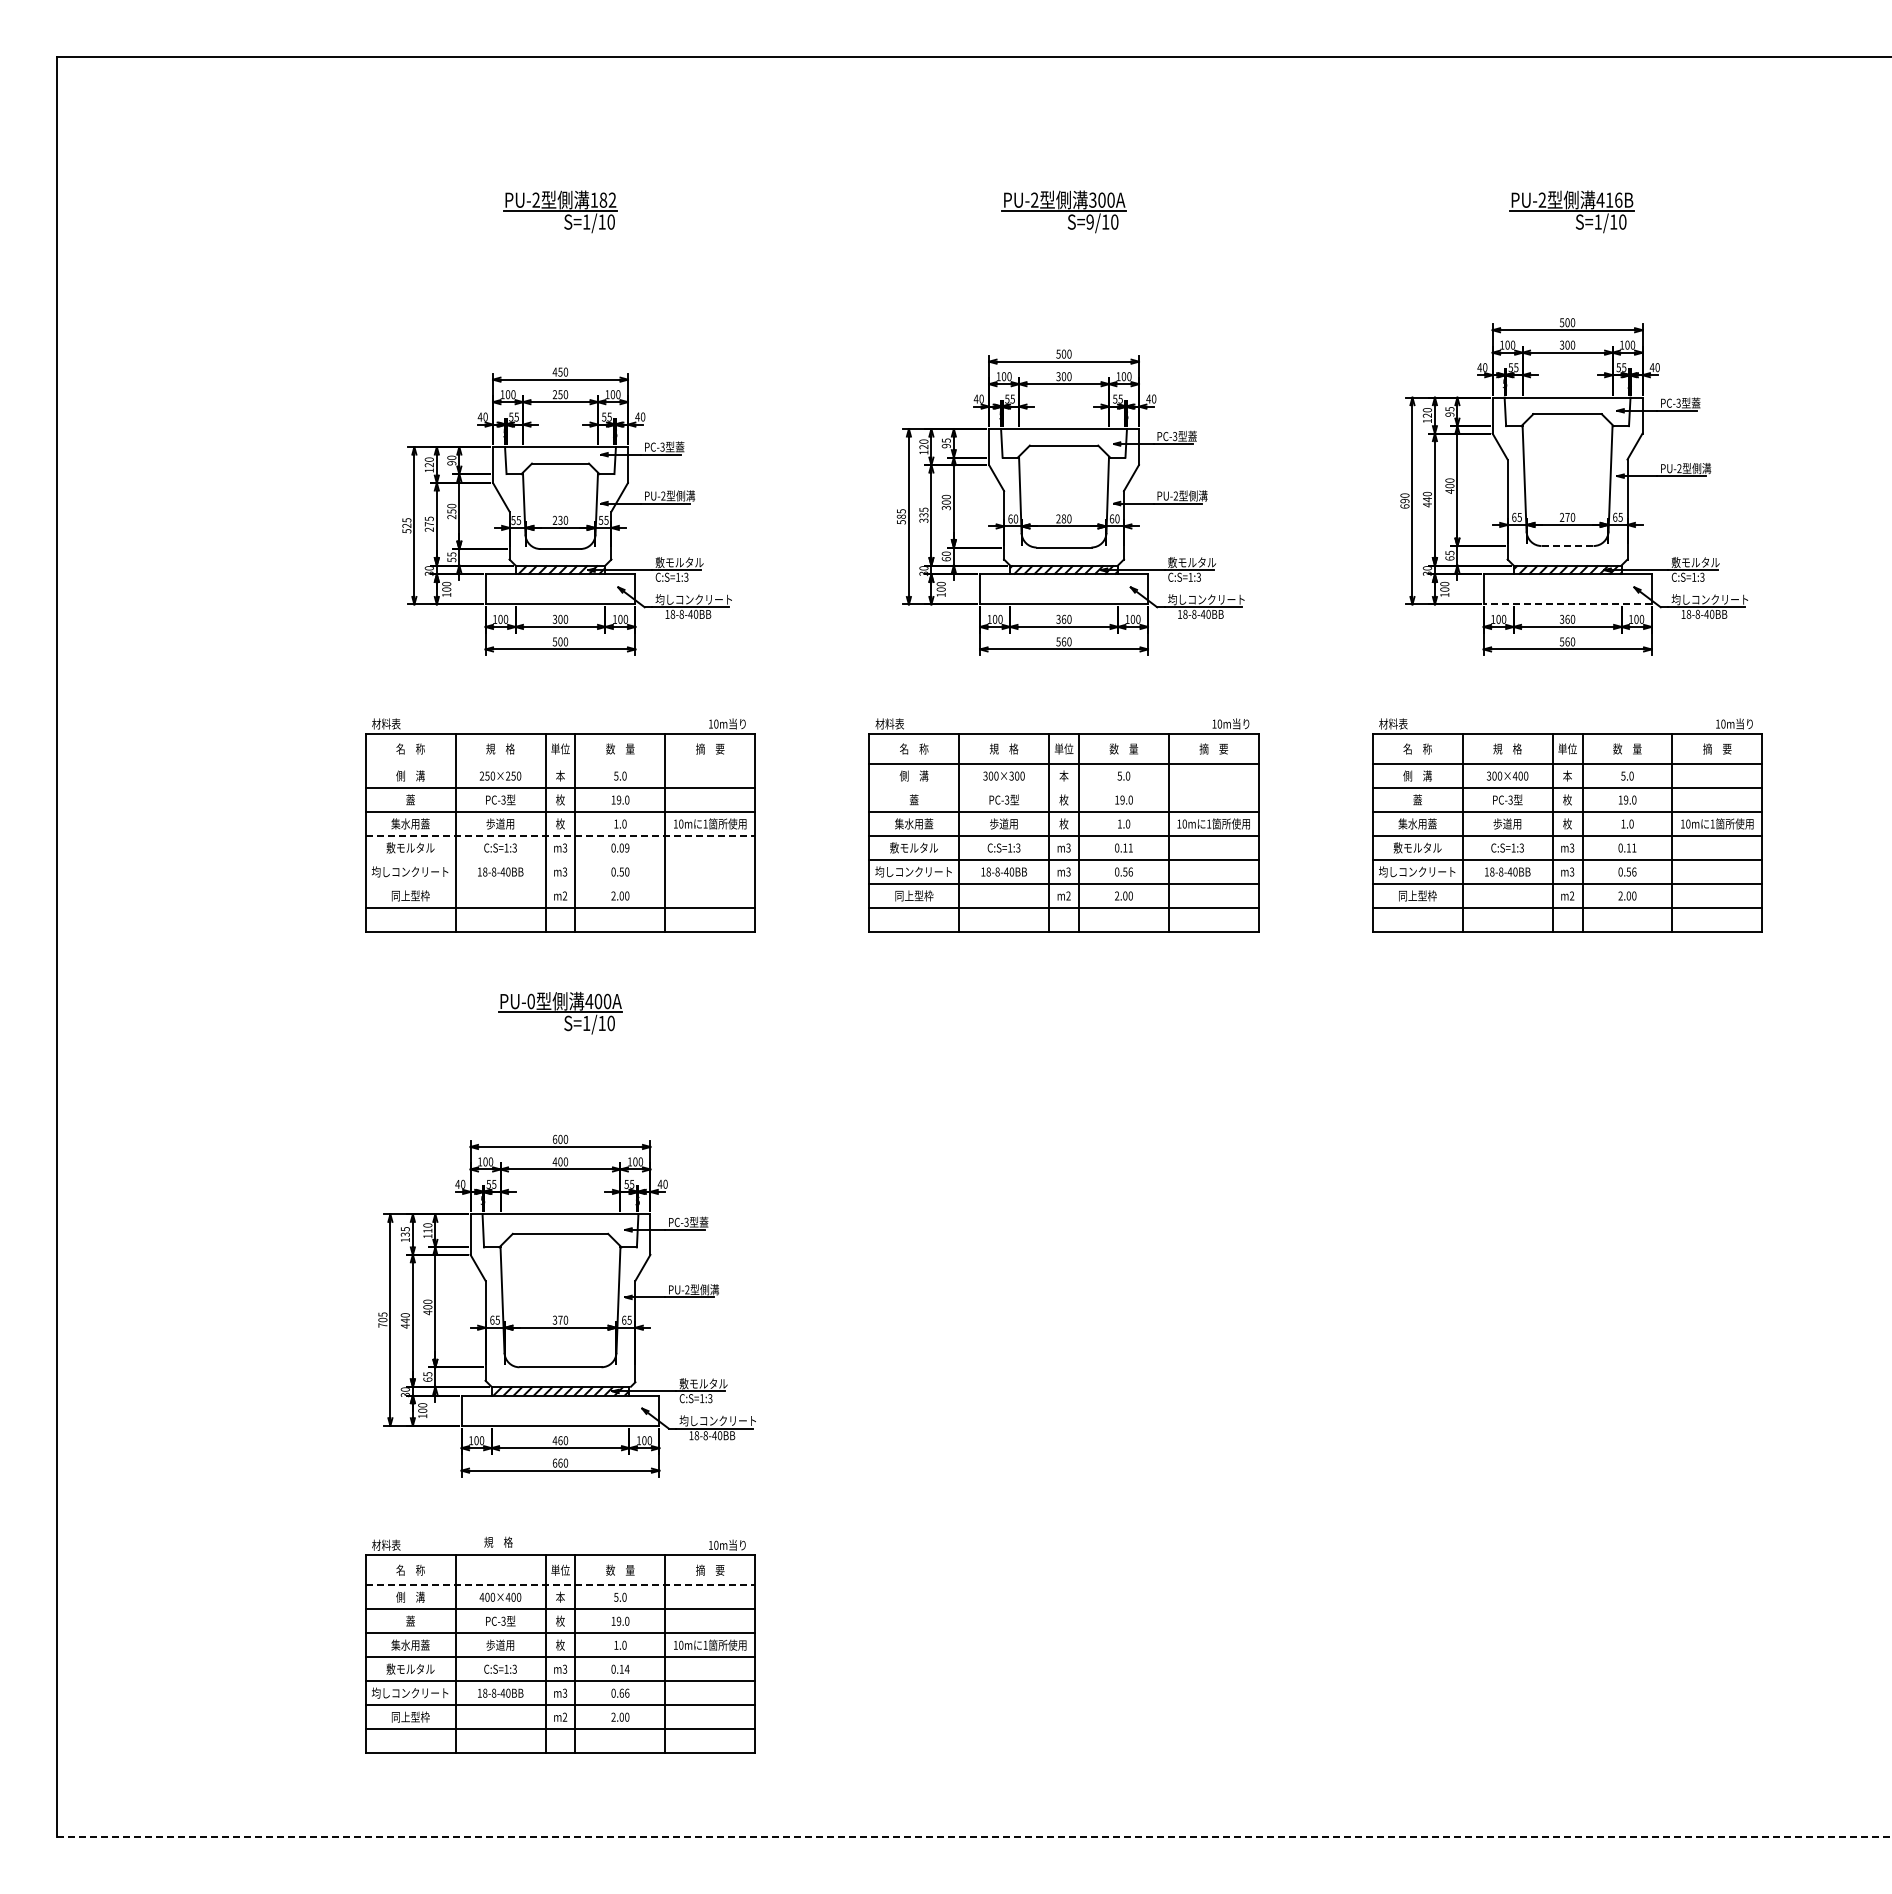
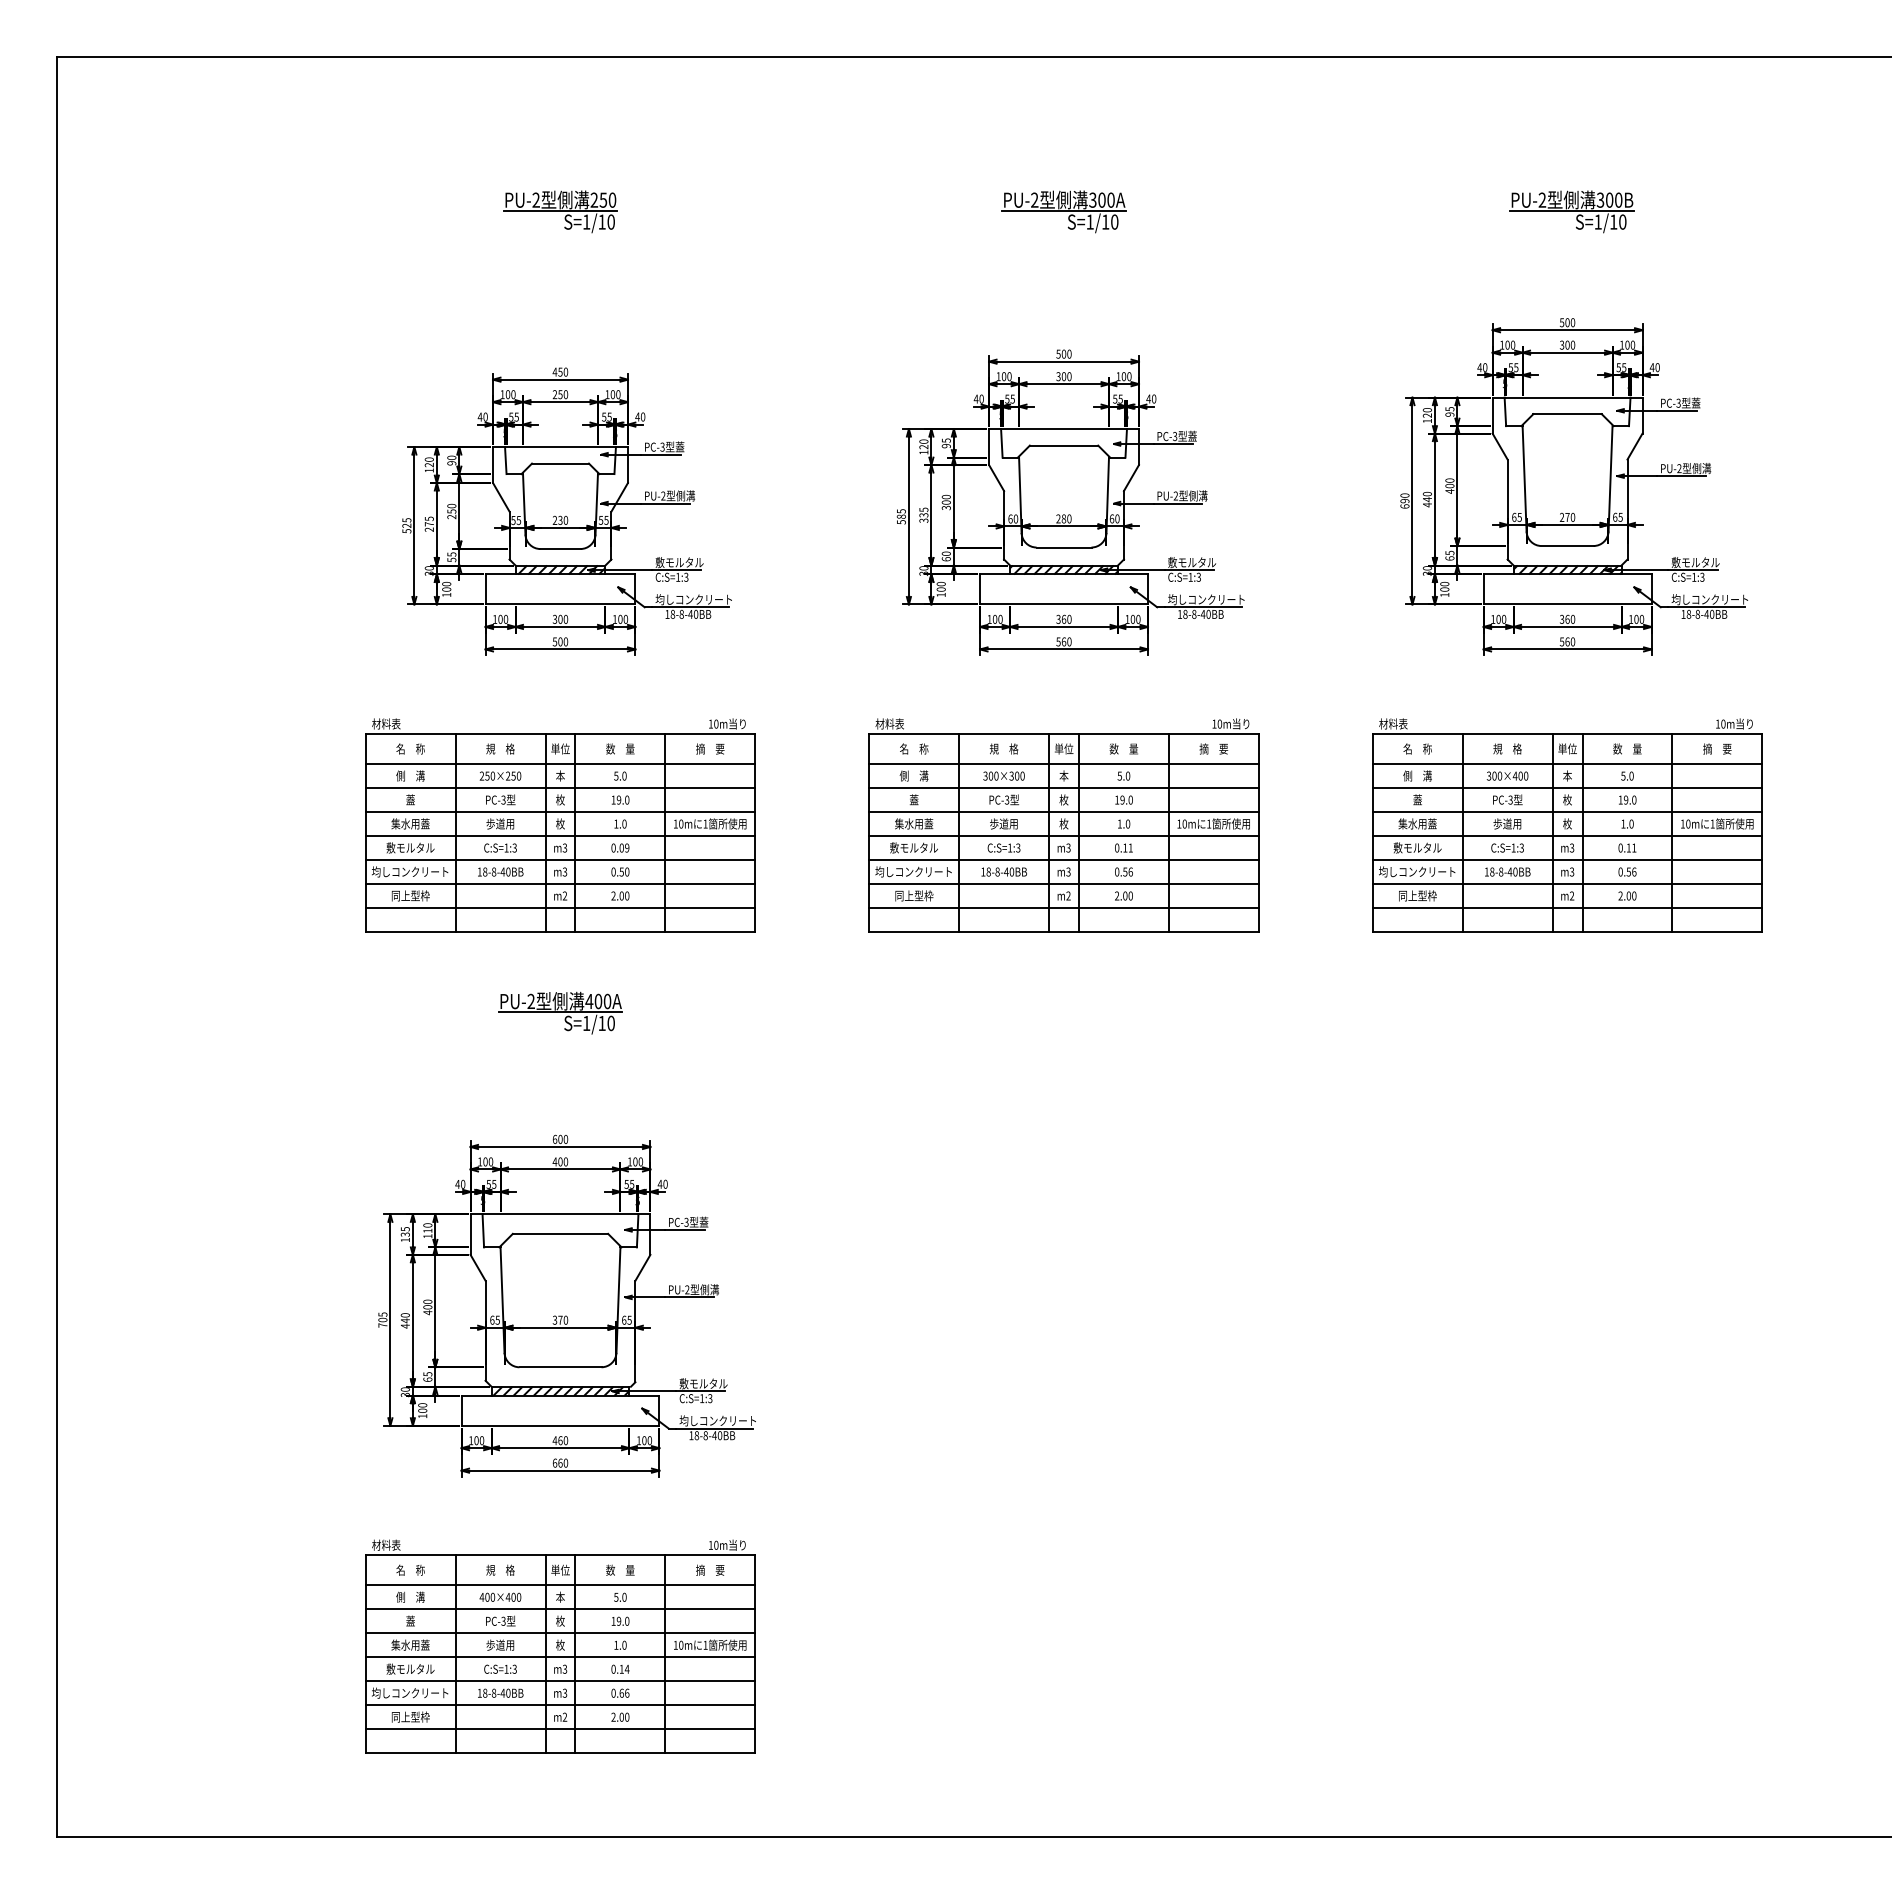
text at (603, 199): 182 -> 250
text at (1609, 199): 416B -> 300B
text at (1089, 221): S=9/10 -> S=1/10
line at (1568, 546): dashed -> solid
line at (1567, 604): dashed -> solid
line at (560, 764): none -> present
line at (1063, 788): none -> present
line at (560, 836): dashed -> solid
line at (560, 860): none -> present
line at (560, 884): none -> present
text at (530, 1001): PU-0 -> PU-2
text at (498, 1541) position: (498, 1541) -> (500, 1569)
line at (560, 1585): dashed -> solid
line at (974, 1837): dashed -> solid
